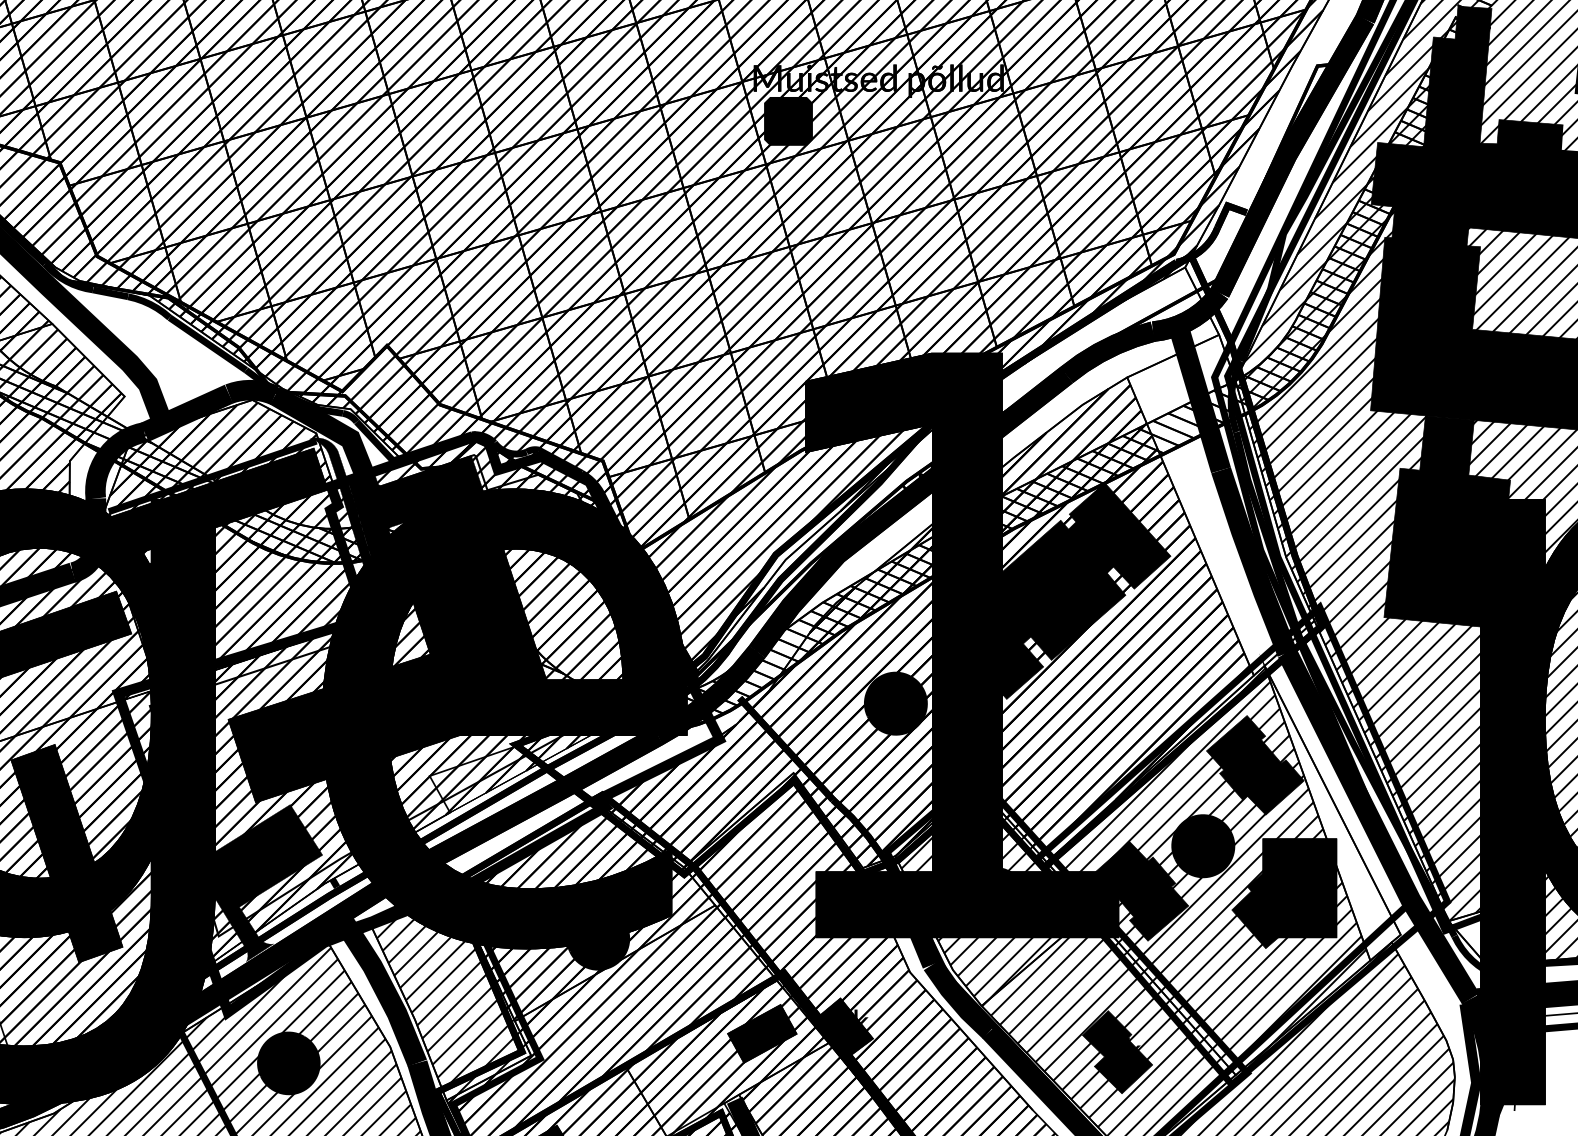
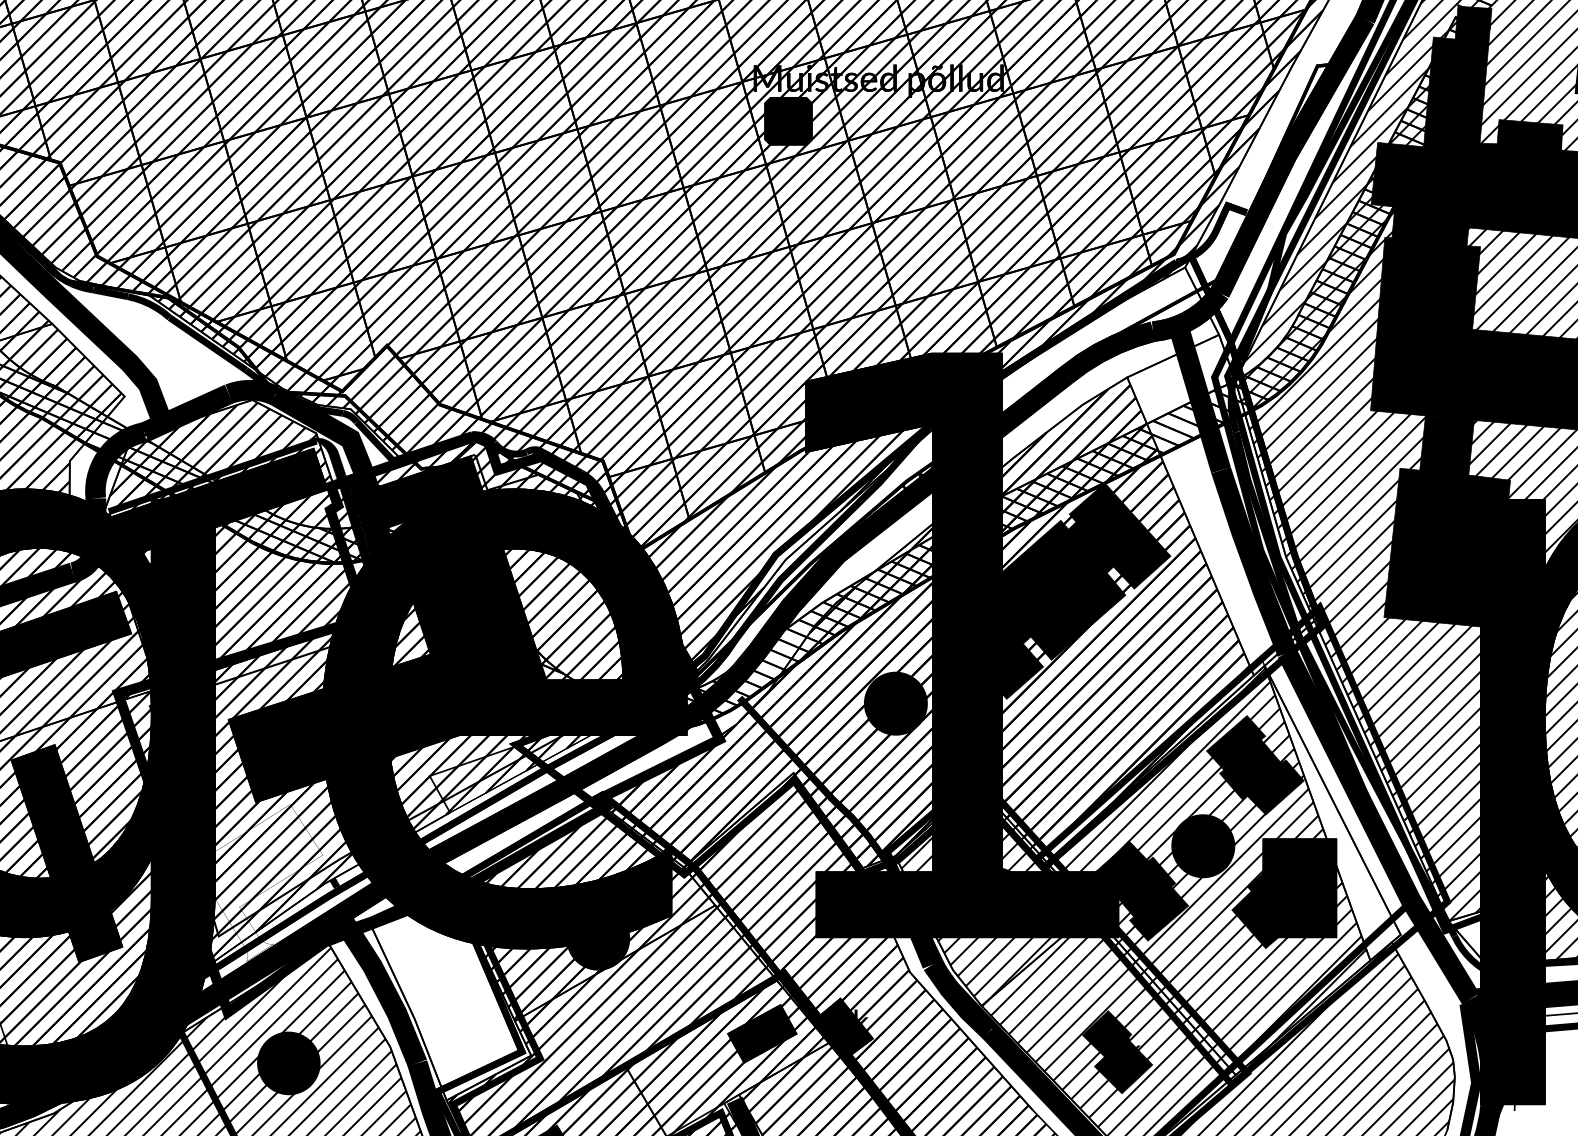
fill at (260, 882): present -> none
hatch at (450, 994): present -> none
